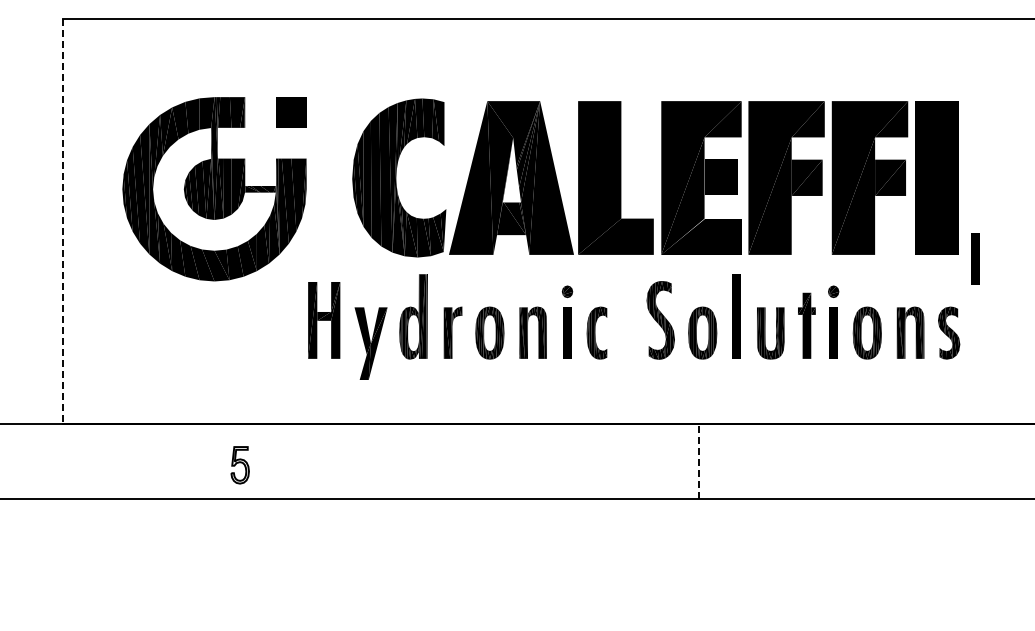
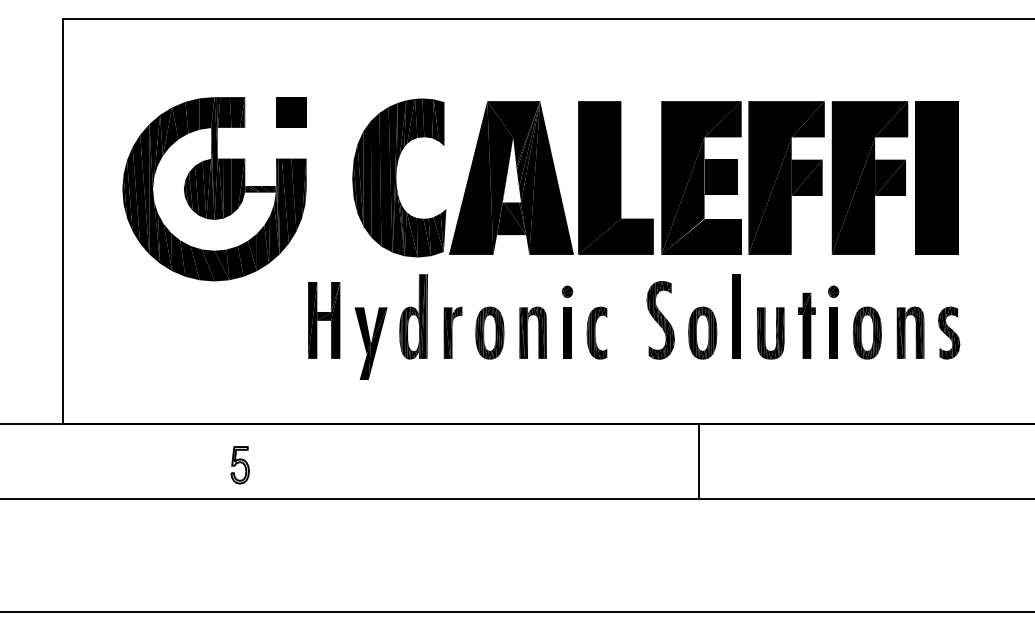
line at (63, 221): dashed -> solid
part at (975, 258): present -> none
line at (698, 461): dashed -> solid
line at (516, 612): none -> present
